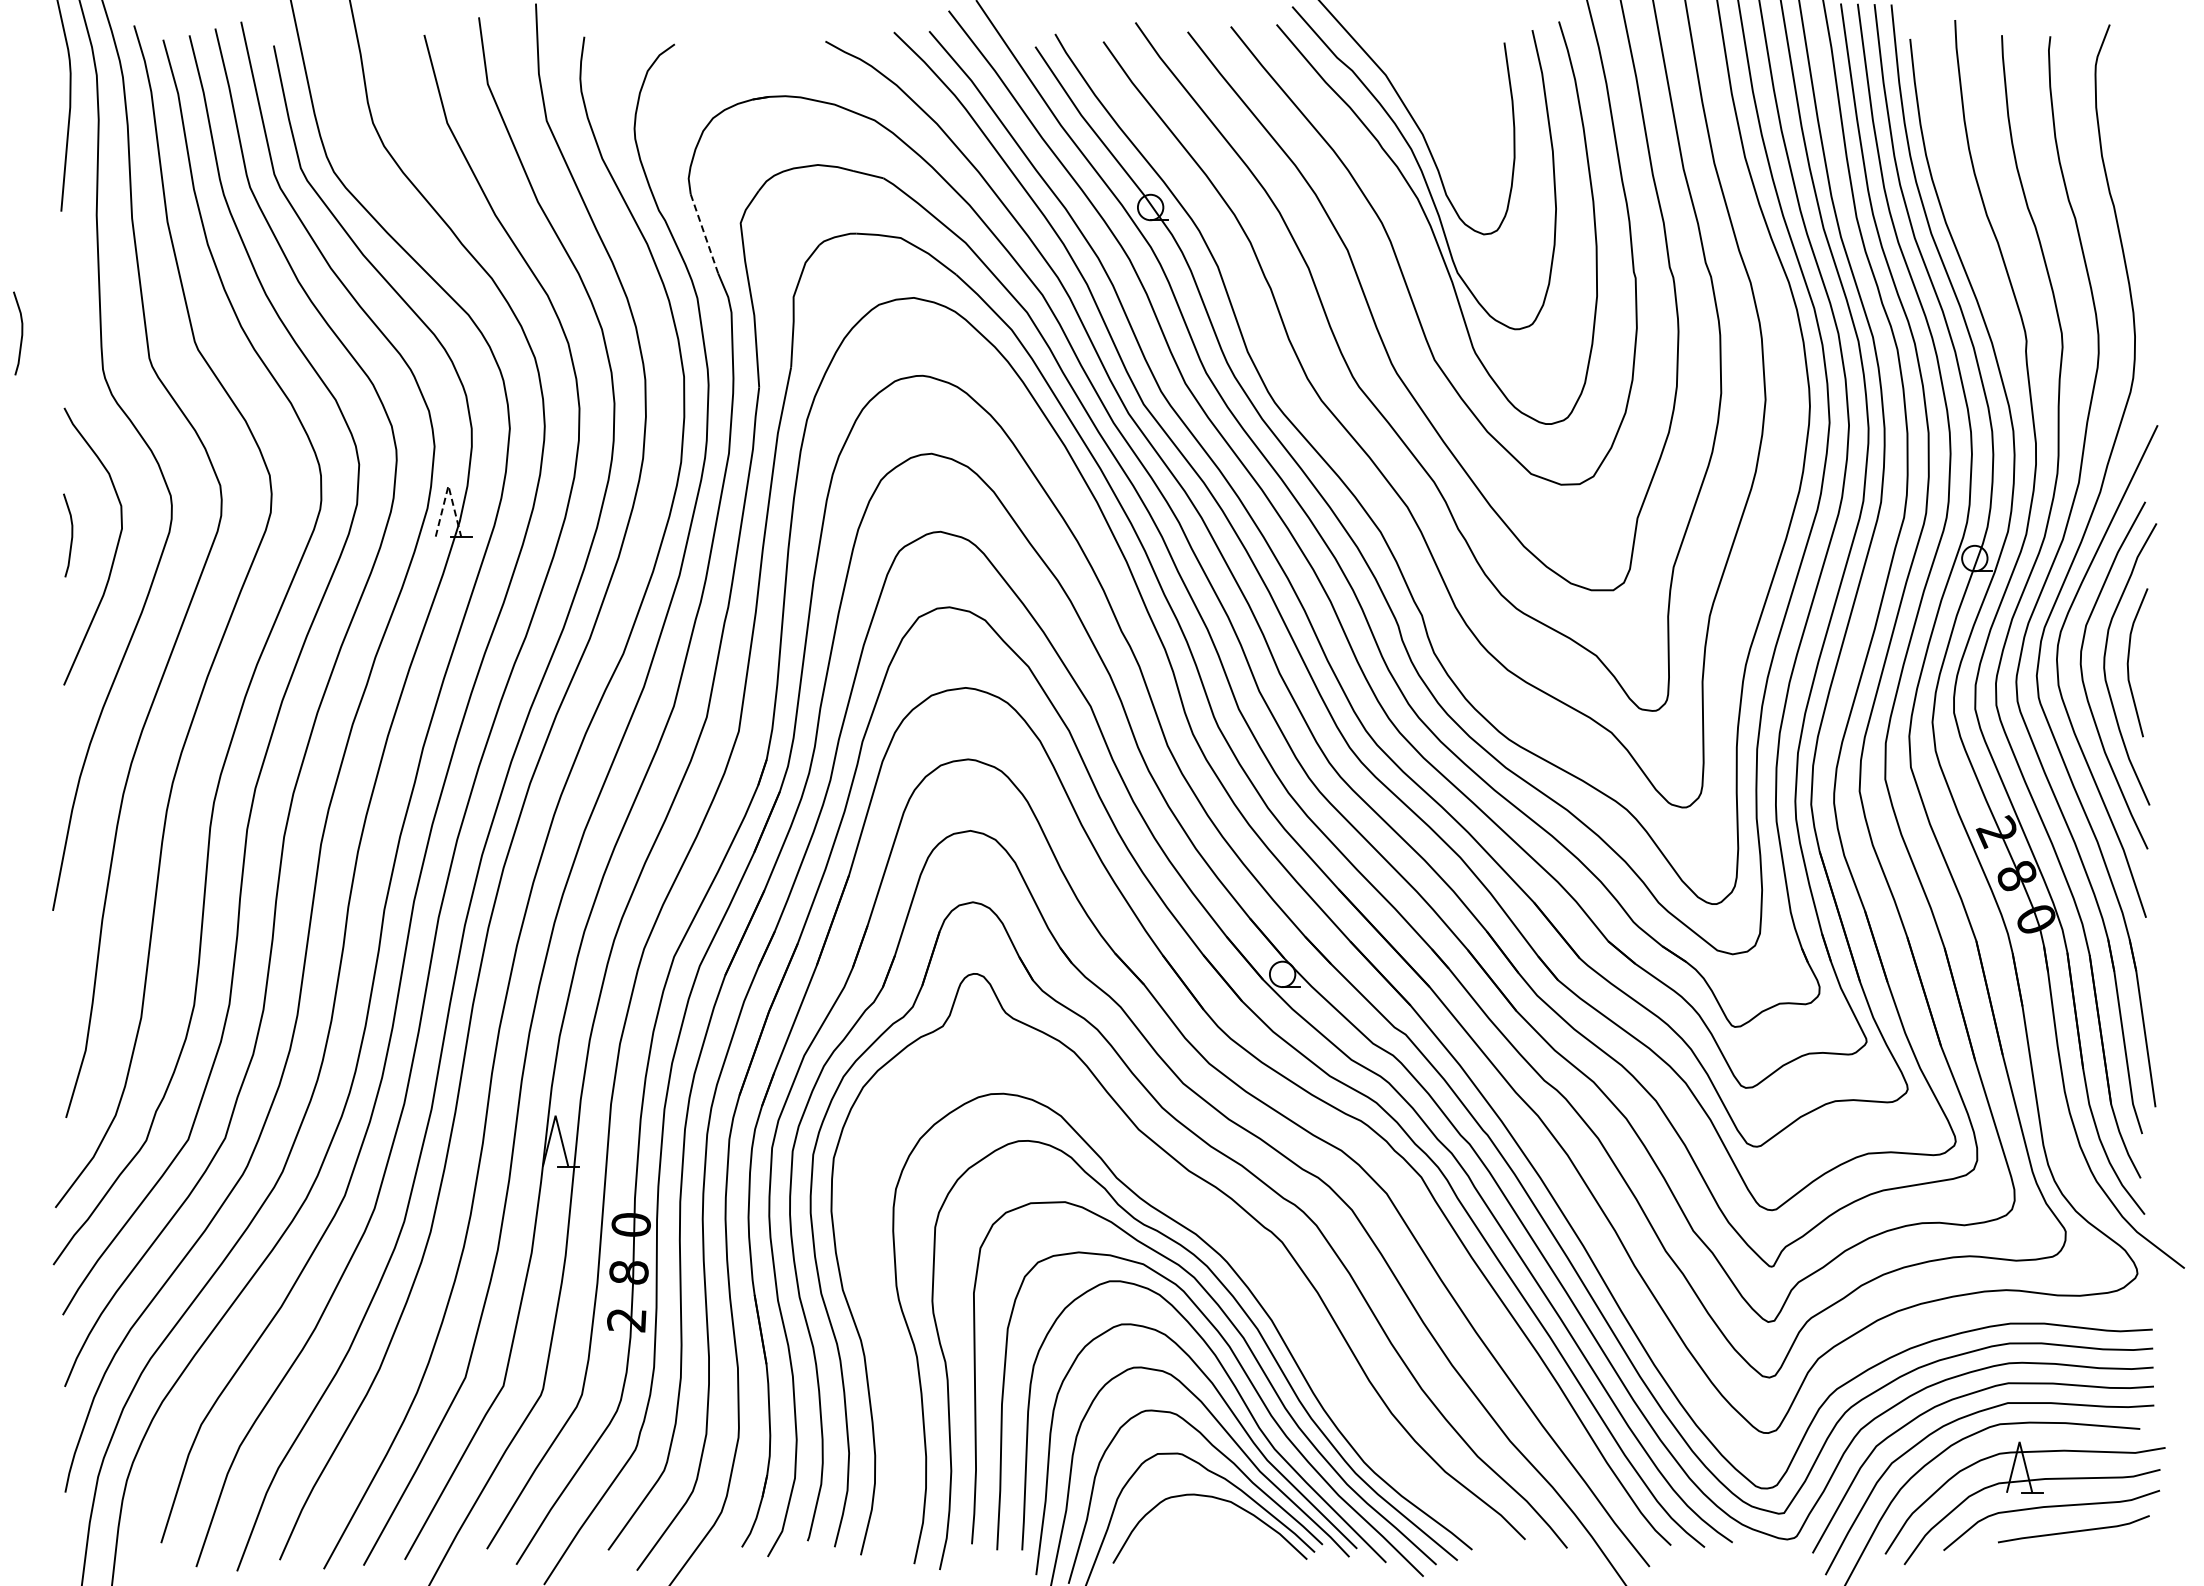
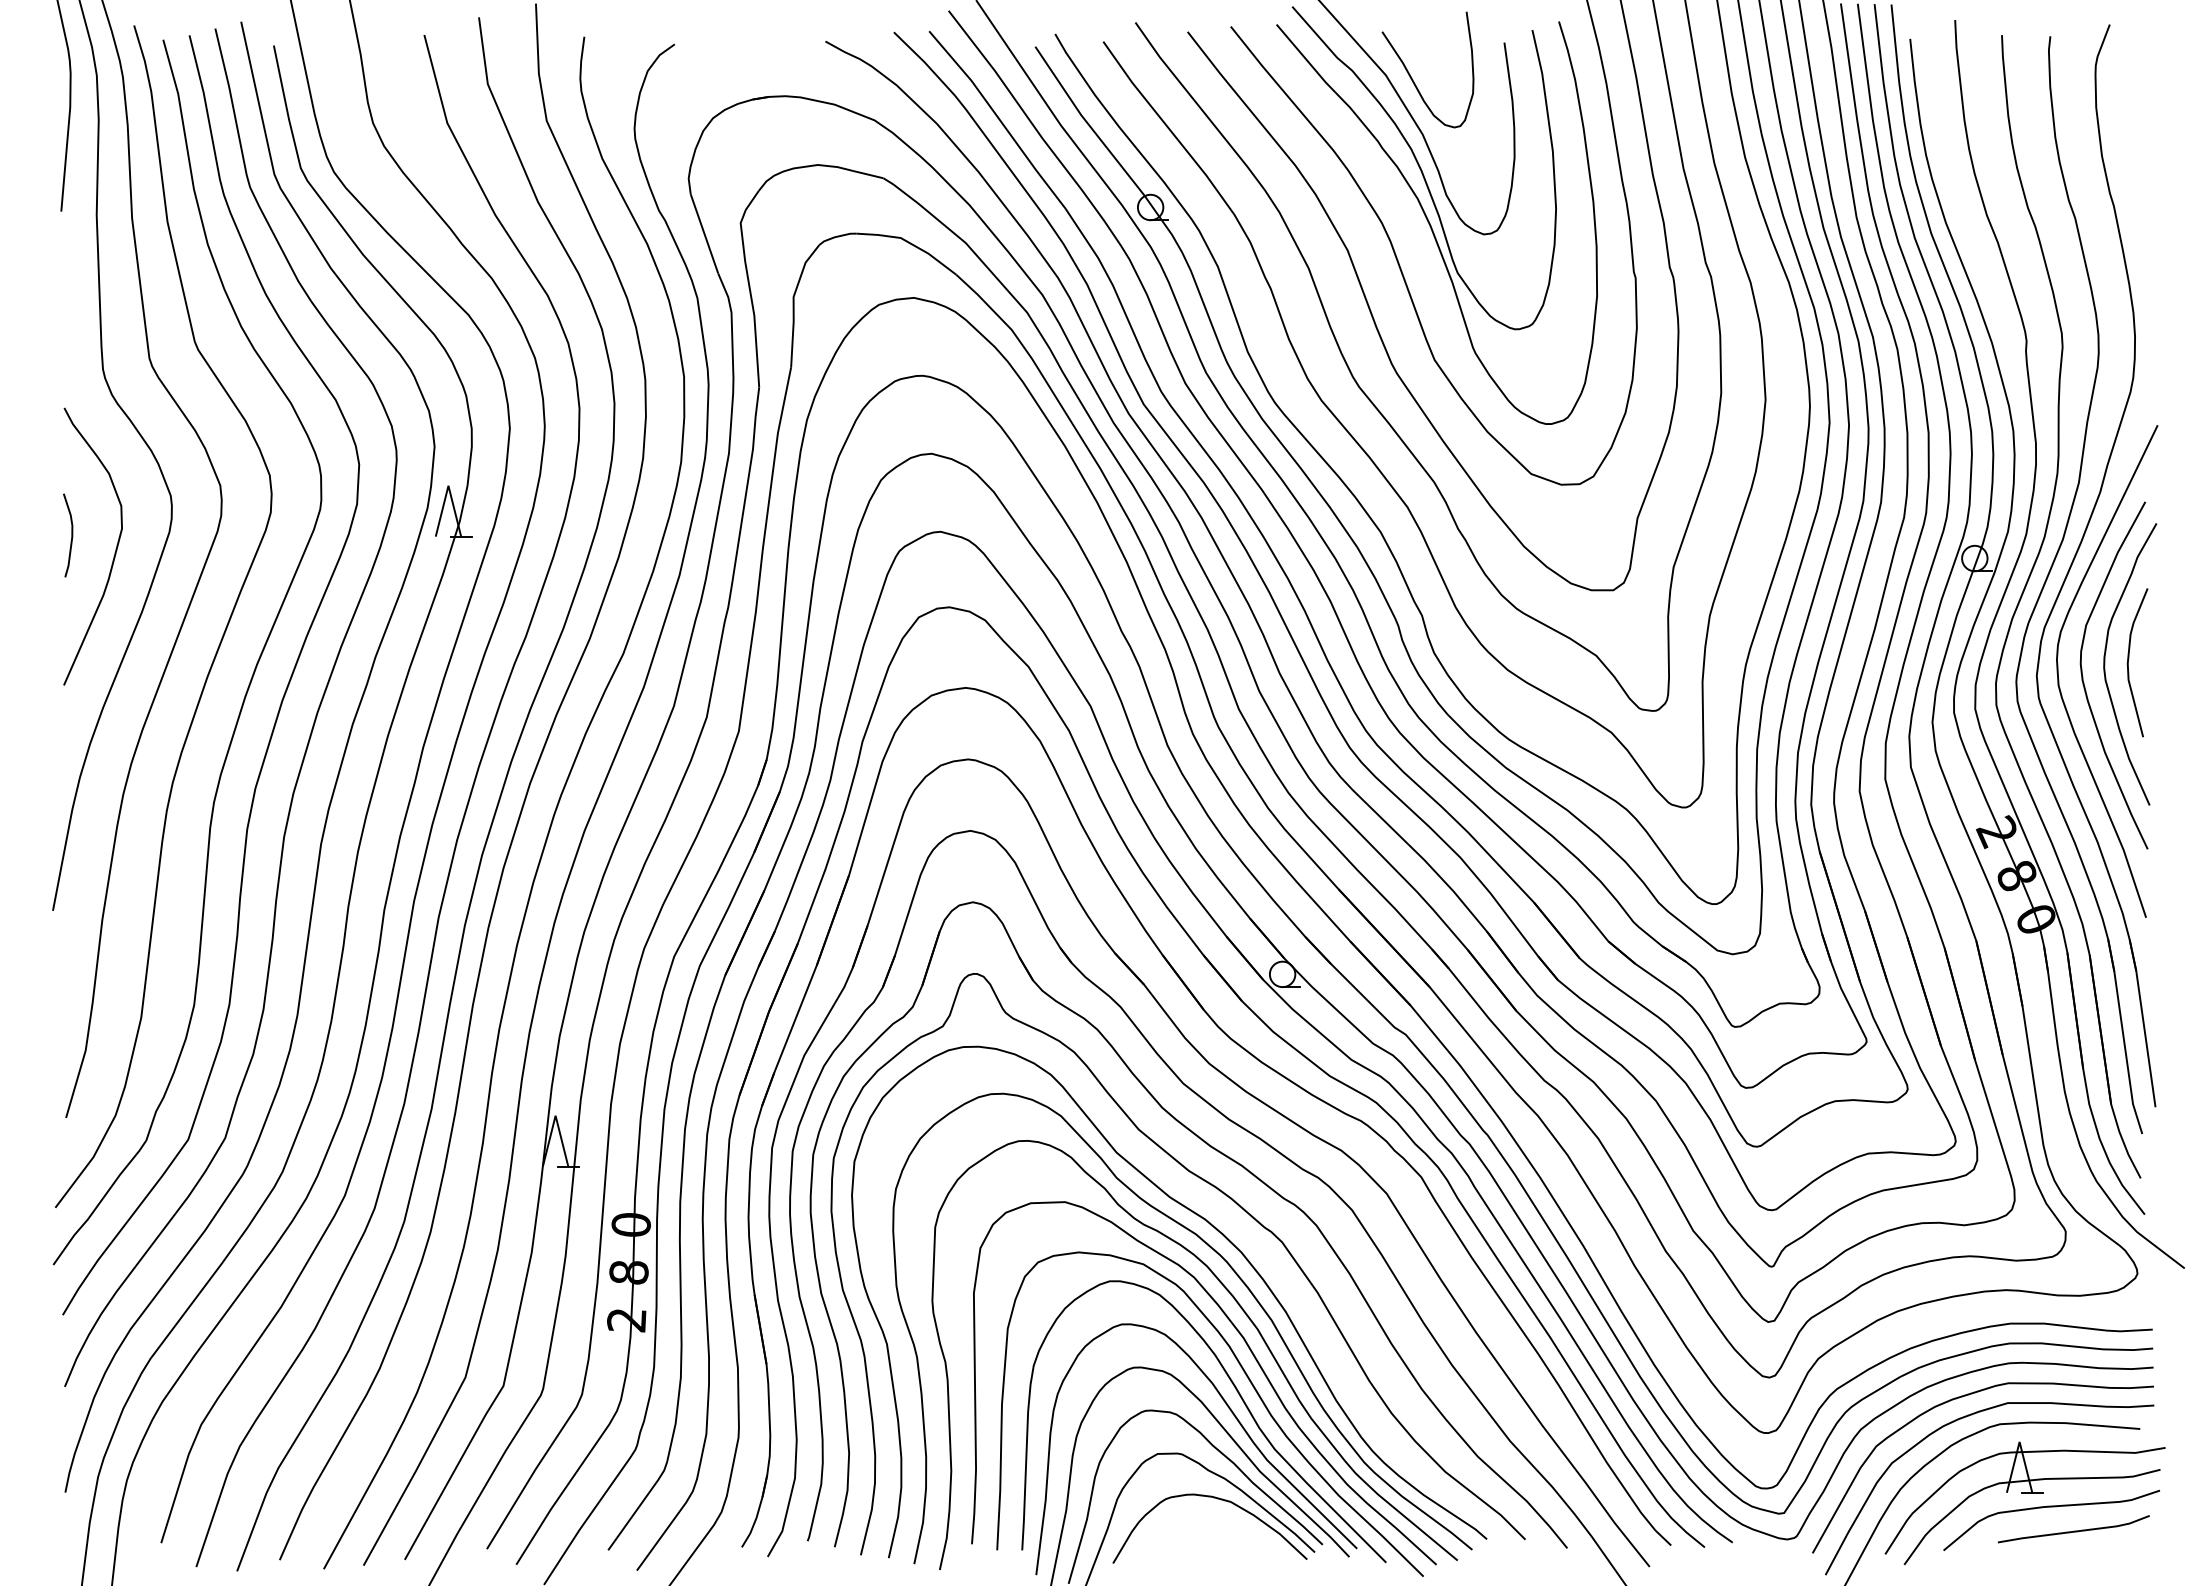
curve at (1413, 79): none -> present
line at (704, 233): dashed -> solid
curve at (21, 333): present -> none
line at (448, 485): dashed -> solid
curve at (1228, 1241): none -> present
